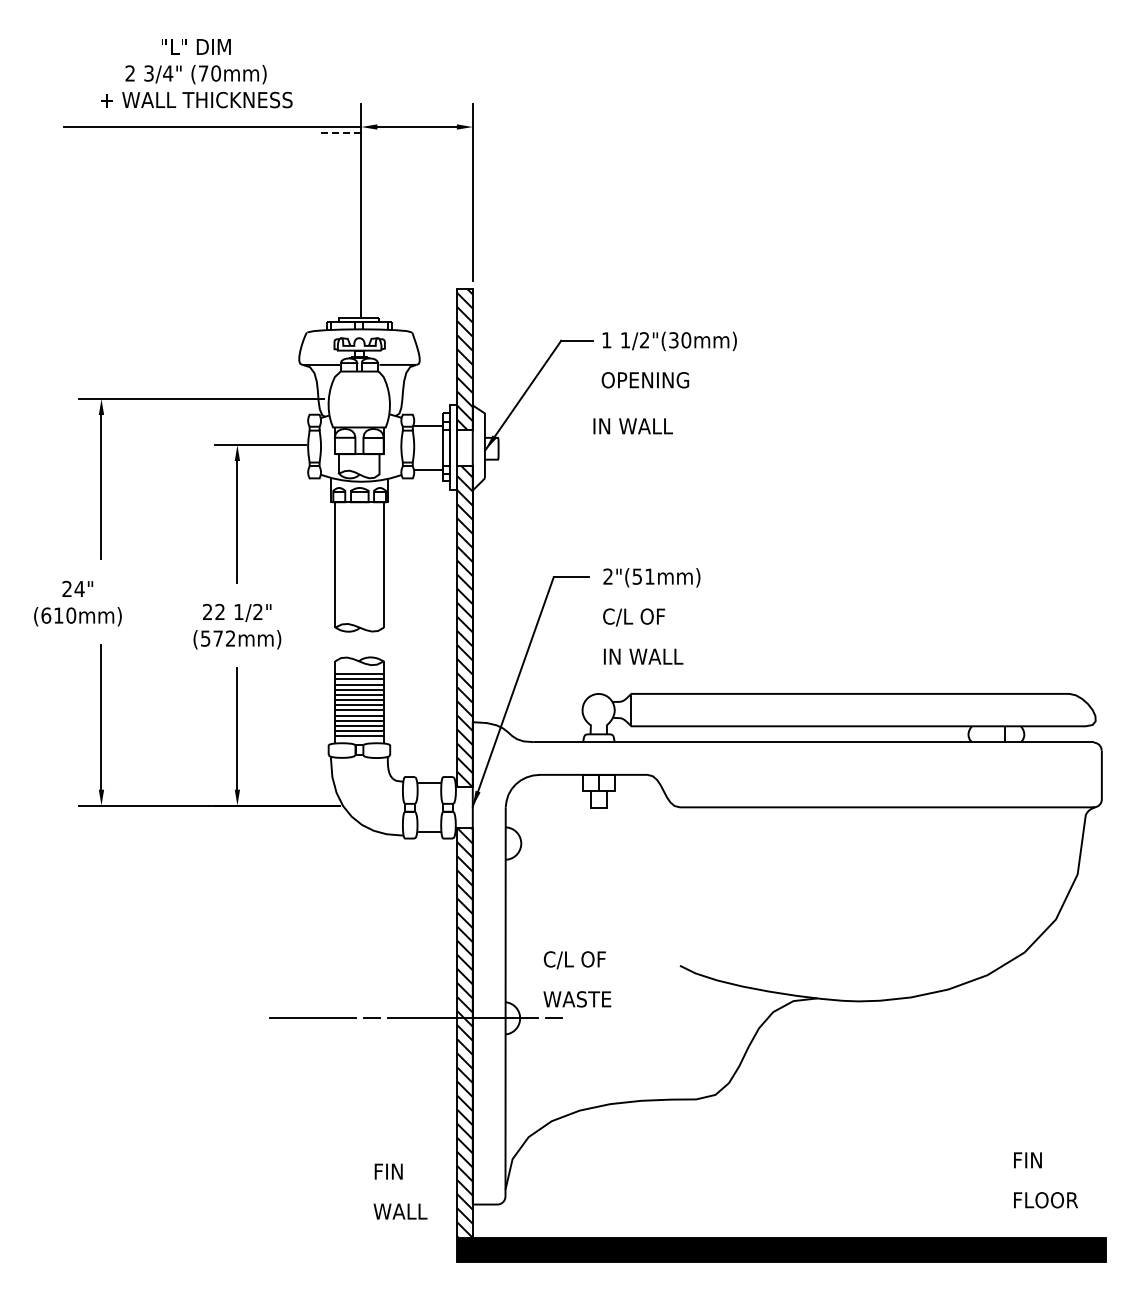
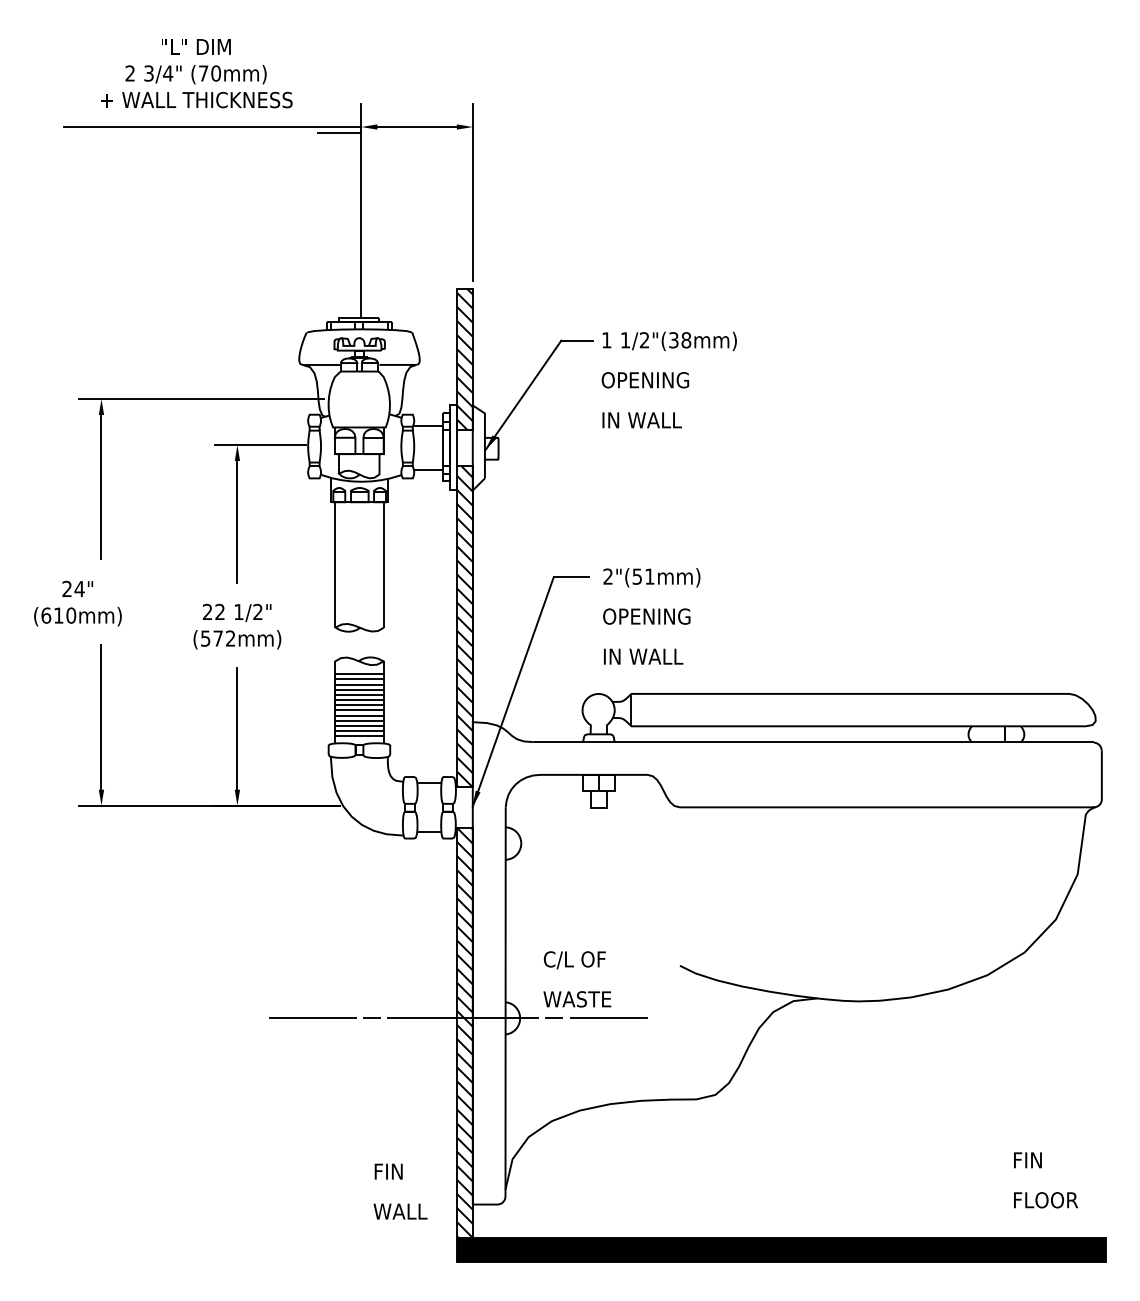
line at (339, 133): dashed -> solid
text at (686, 340): 1/2"(30mm) -> 1/2"(38mm)
text at (632, 426) position: (632, 426) -> (641, 420)
text at (649, 617): C/L OF -> OPENING
line at (608, 1018): none -> present
